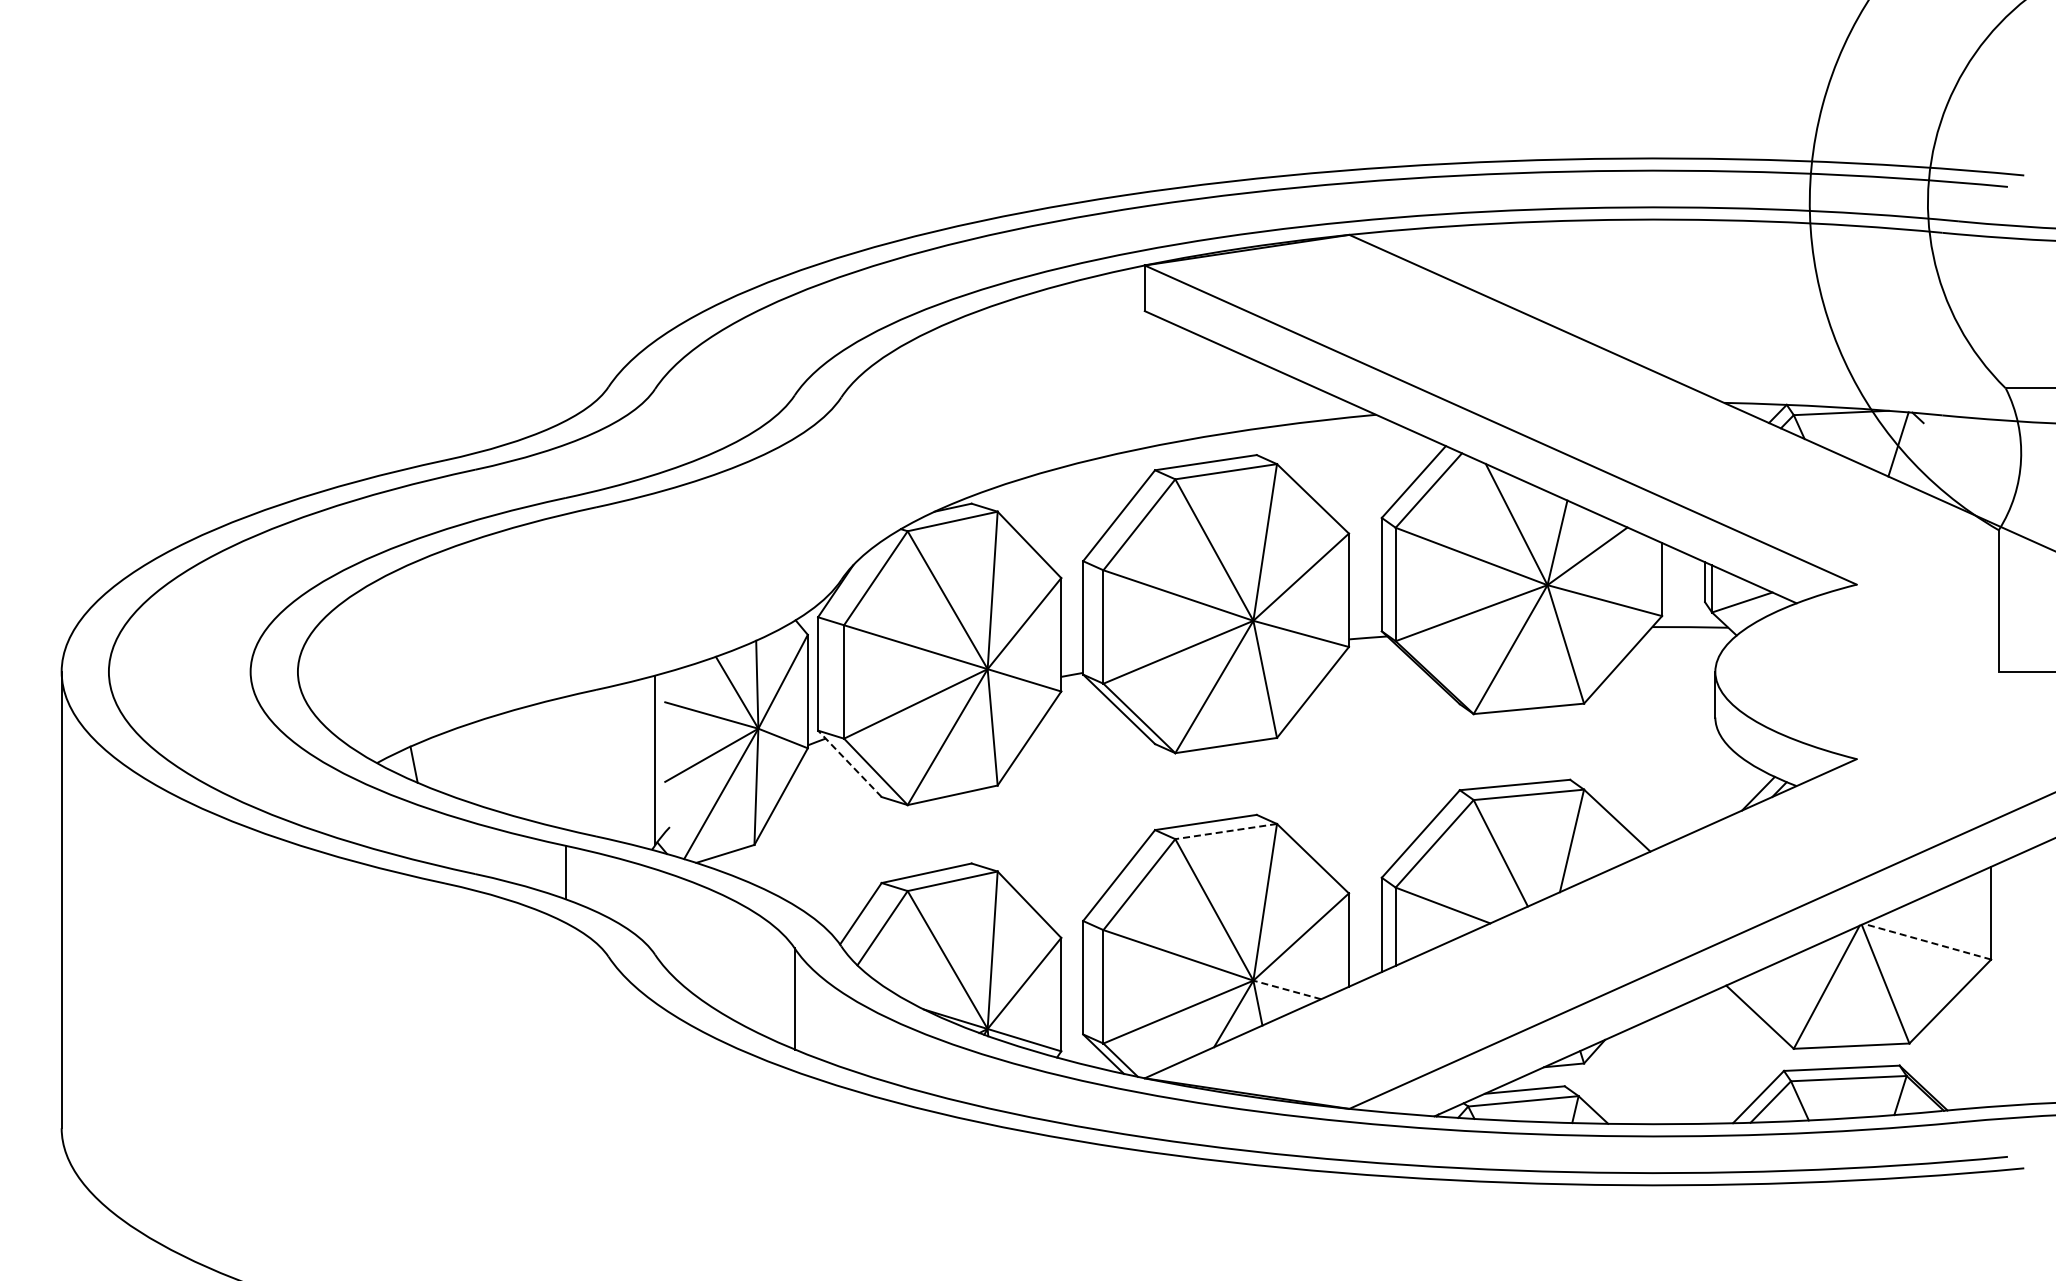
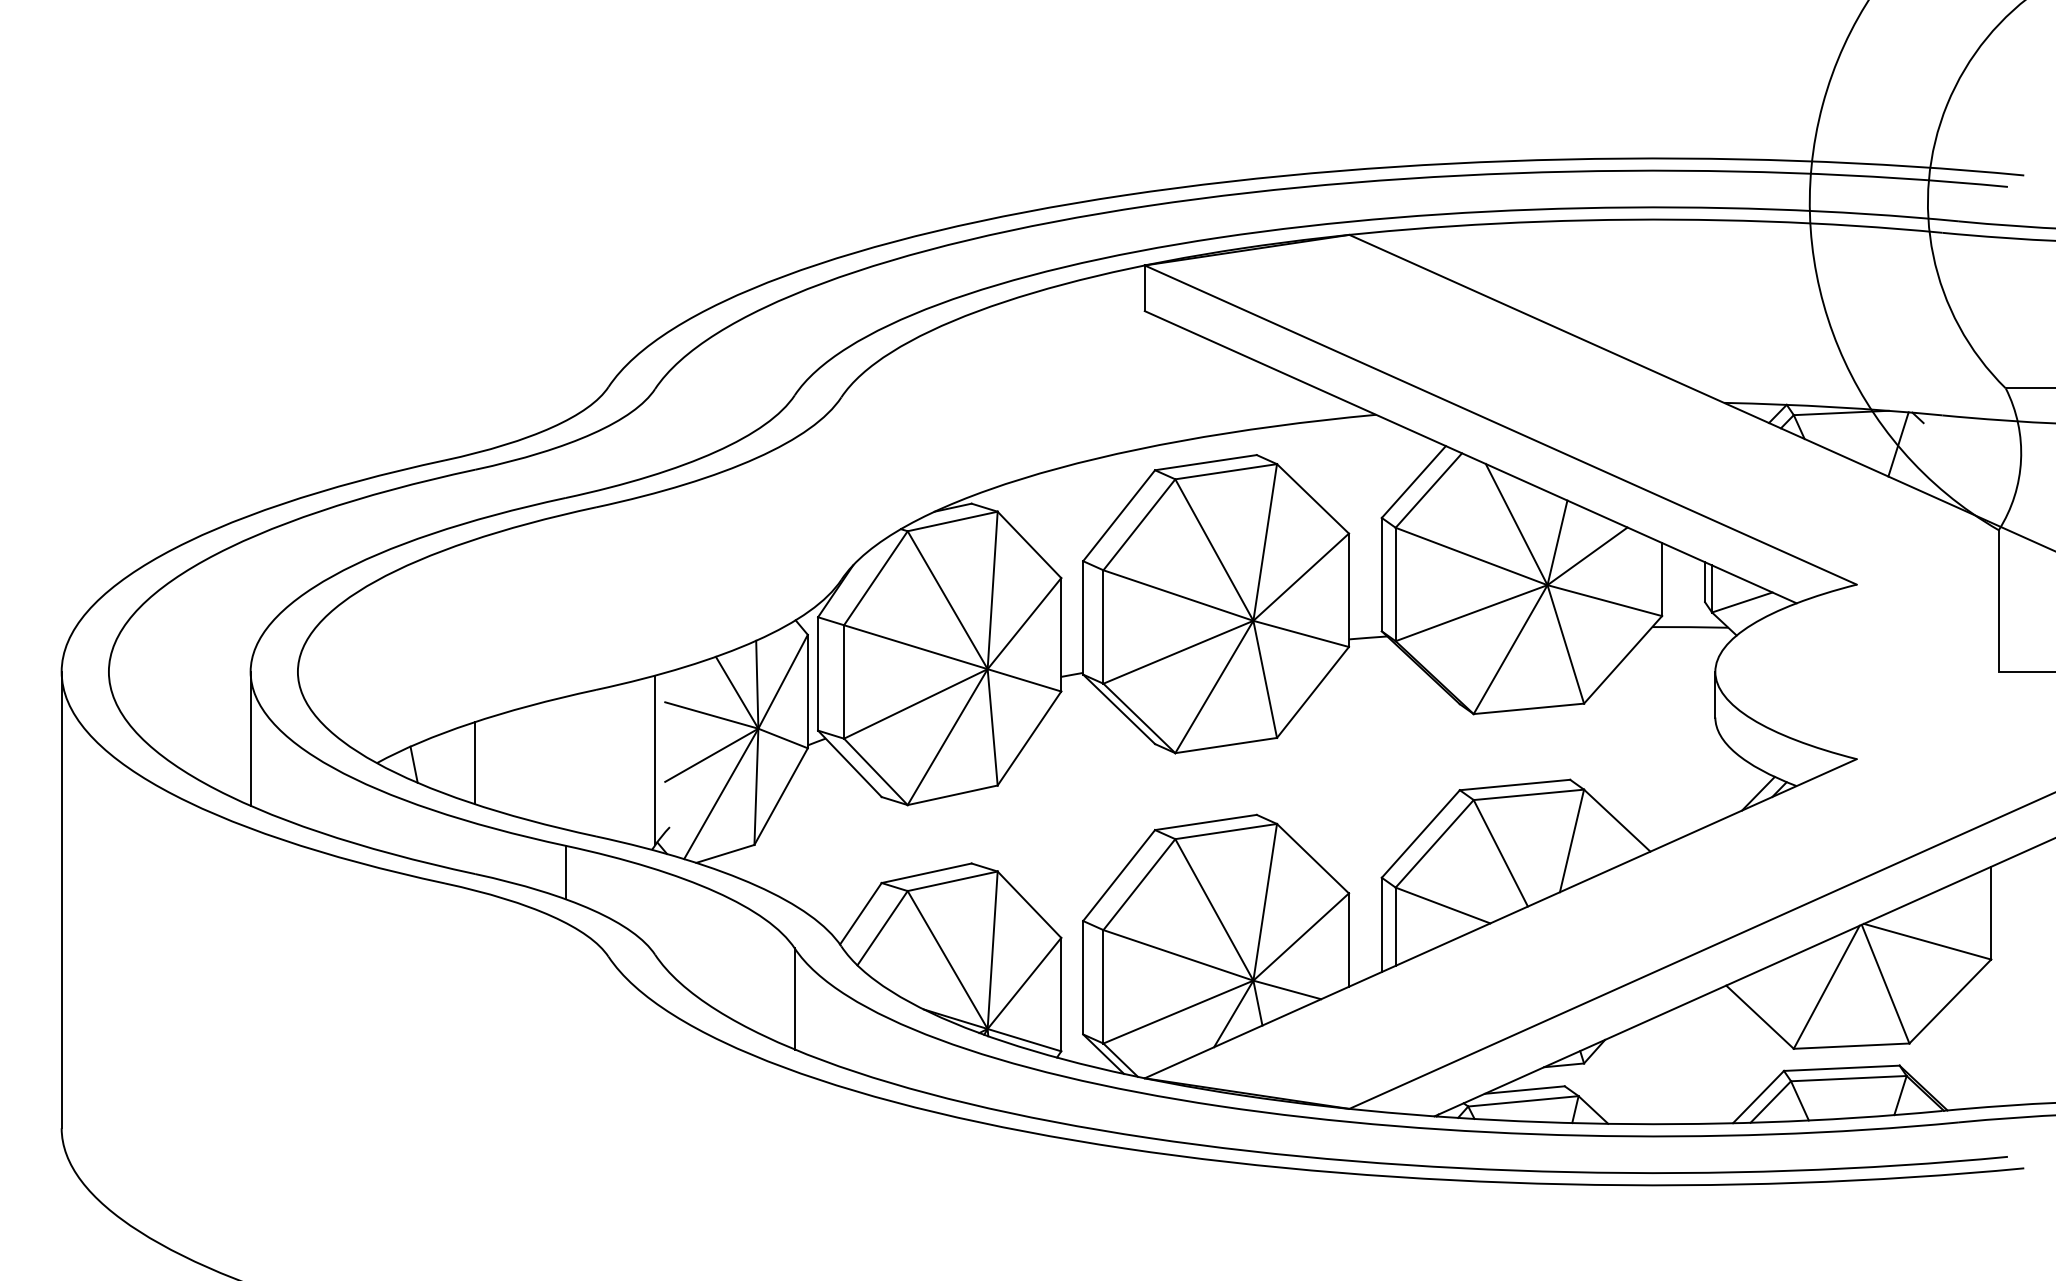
line at (250, 738): none -> present
line at (475, 763): none -> present
line at (849, 763): dashed -> solid
line at (1225, 831): dashed -> solid
line at (1927, 941): dashed -> solid
line at (1286, 989): dashed -> solid
